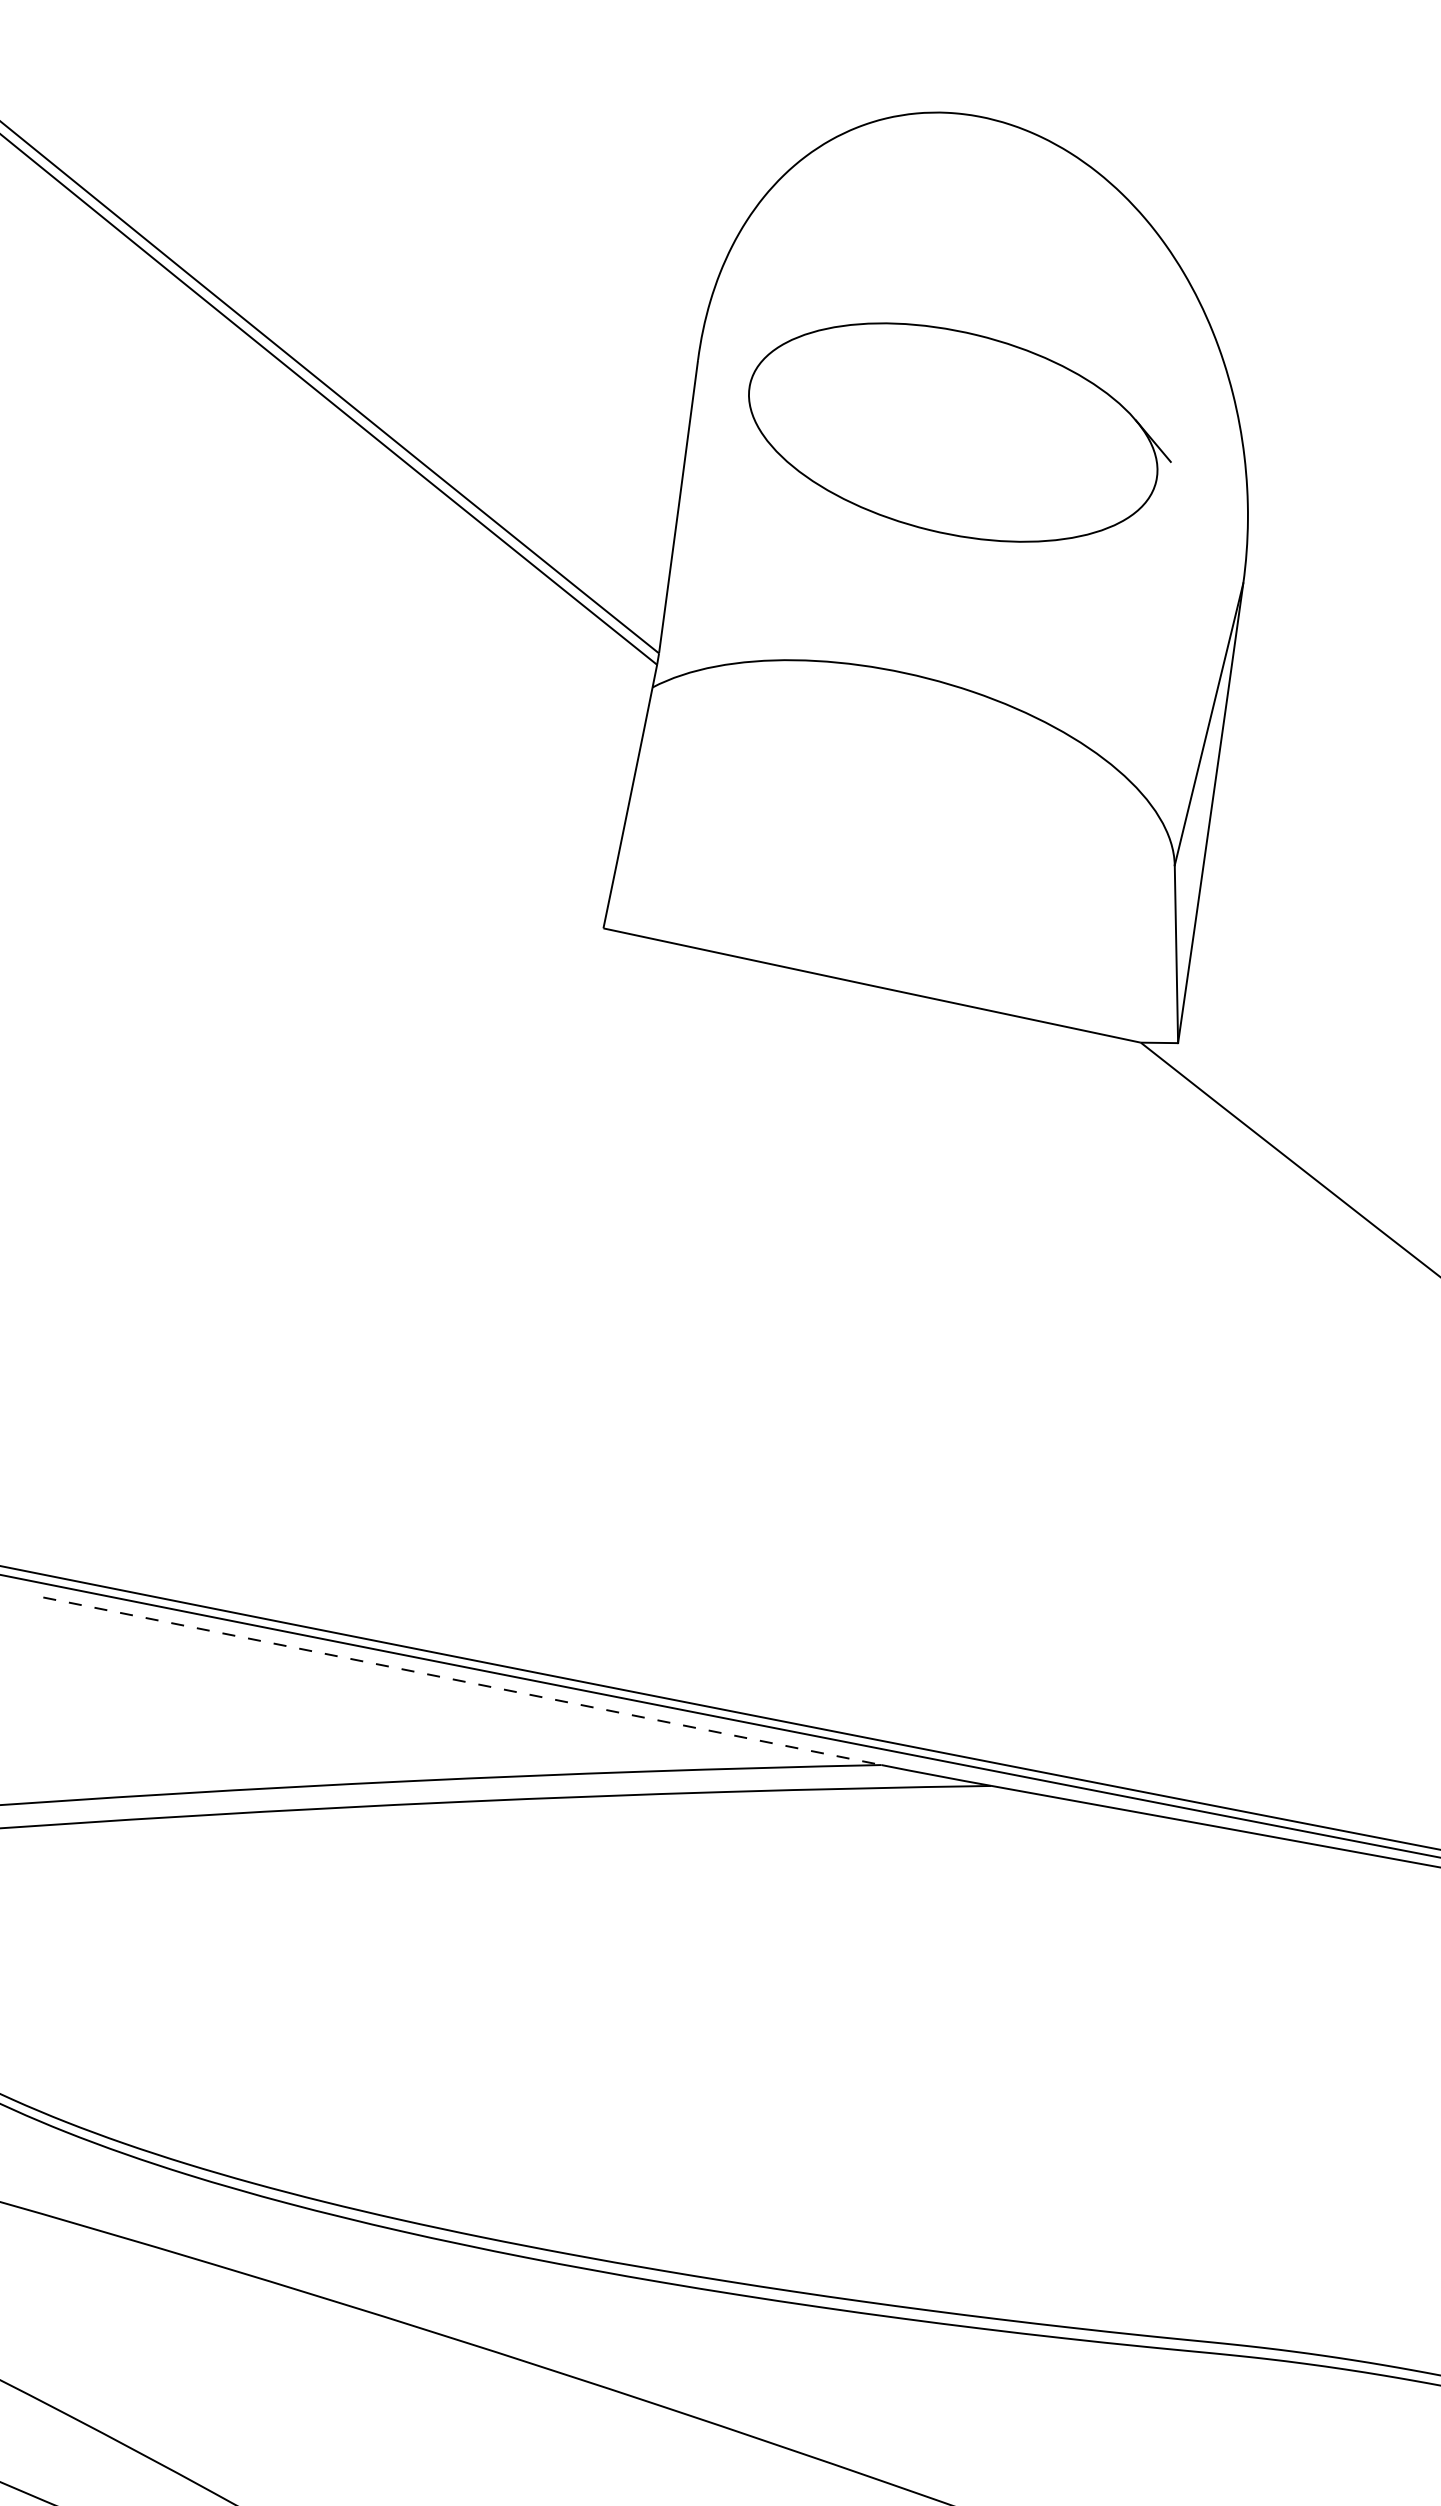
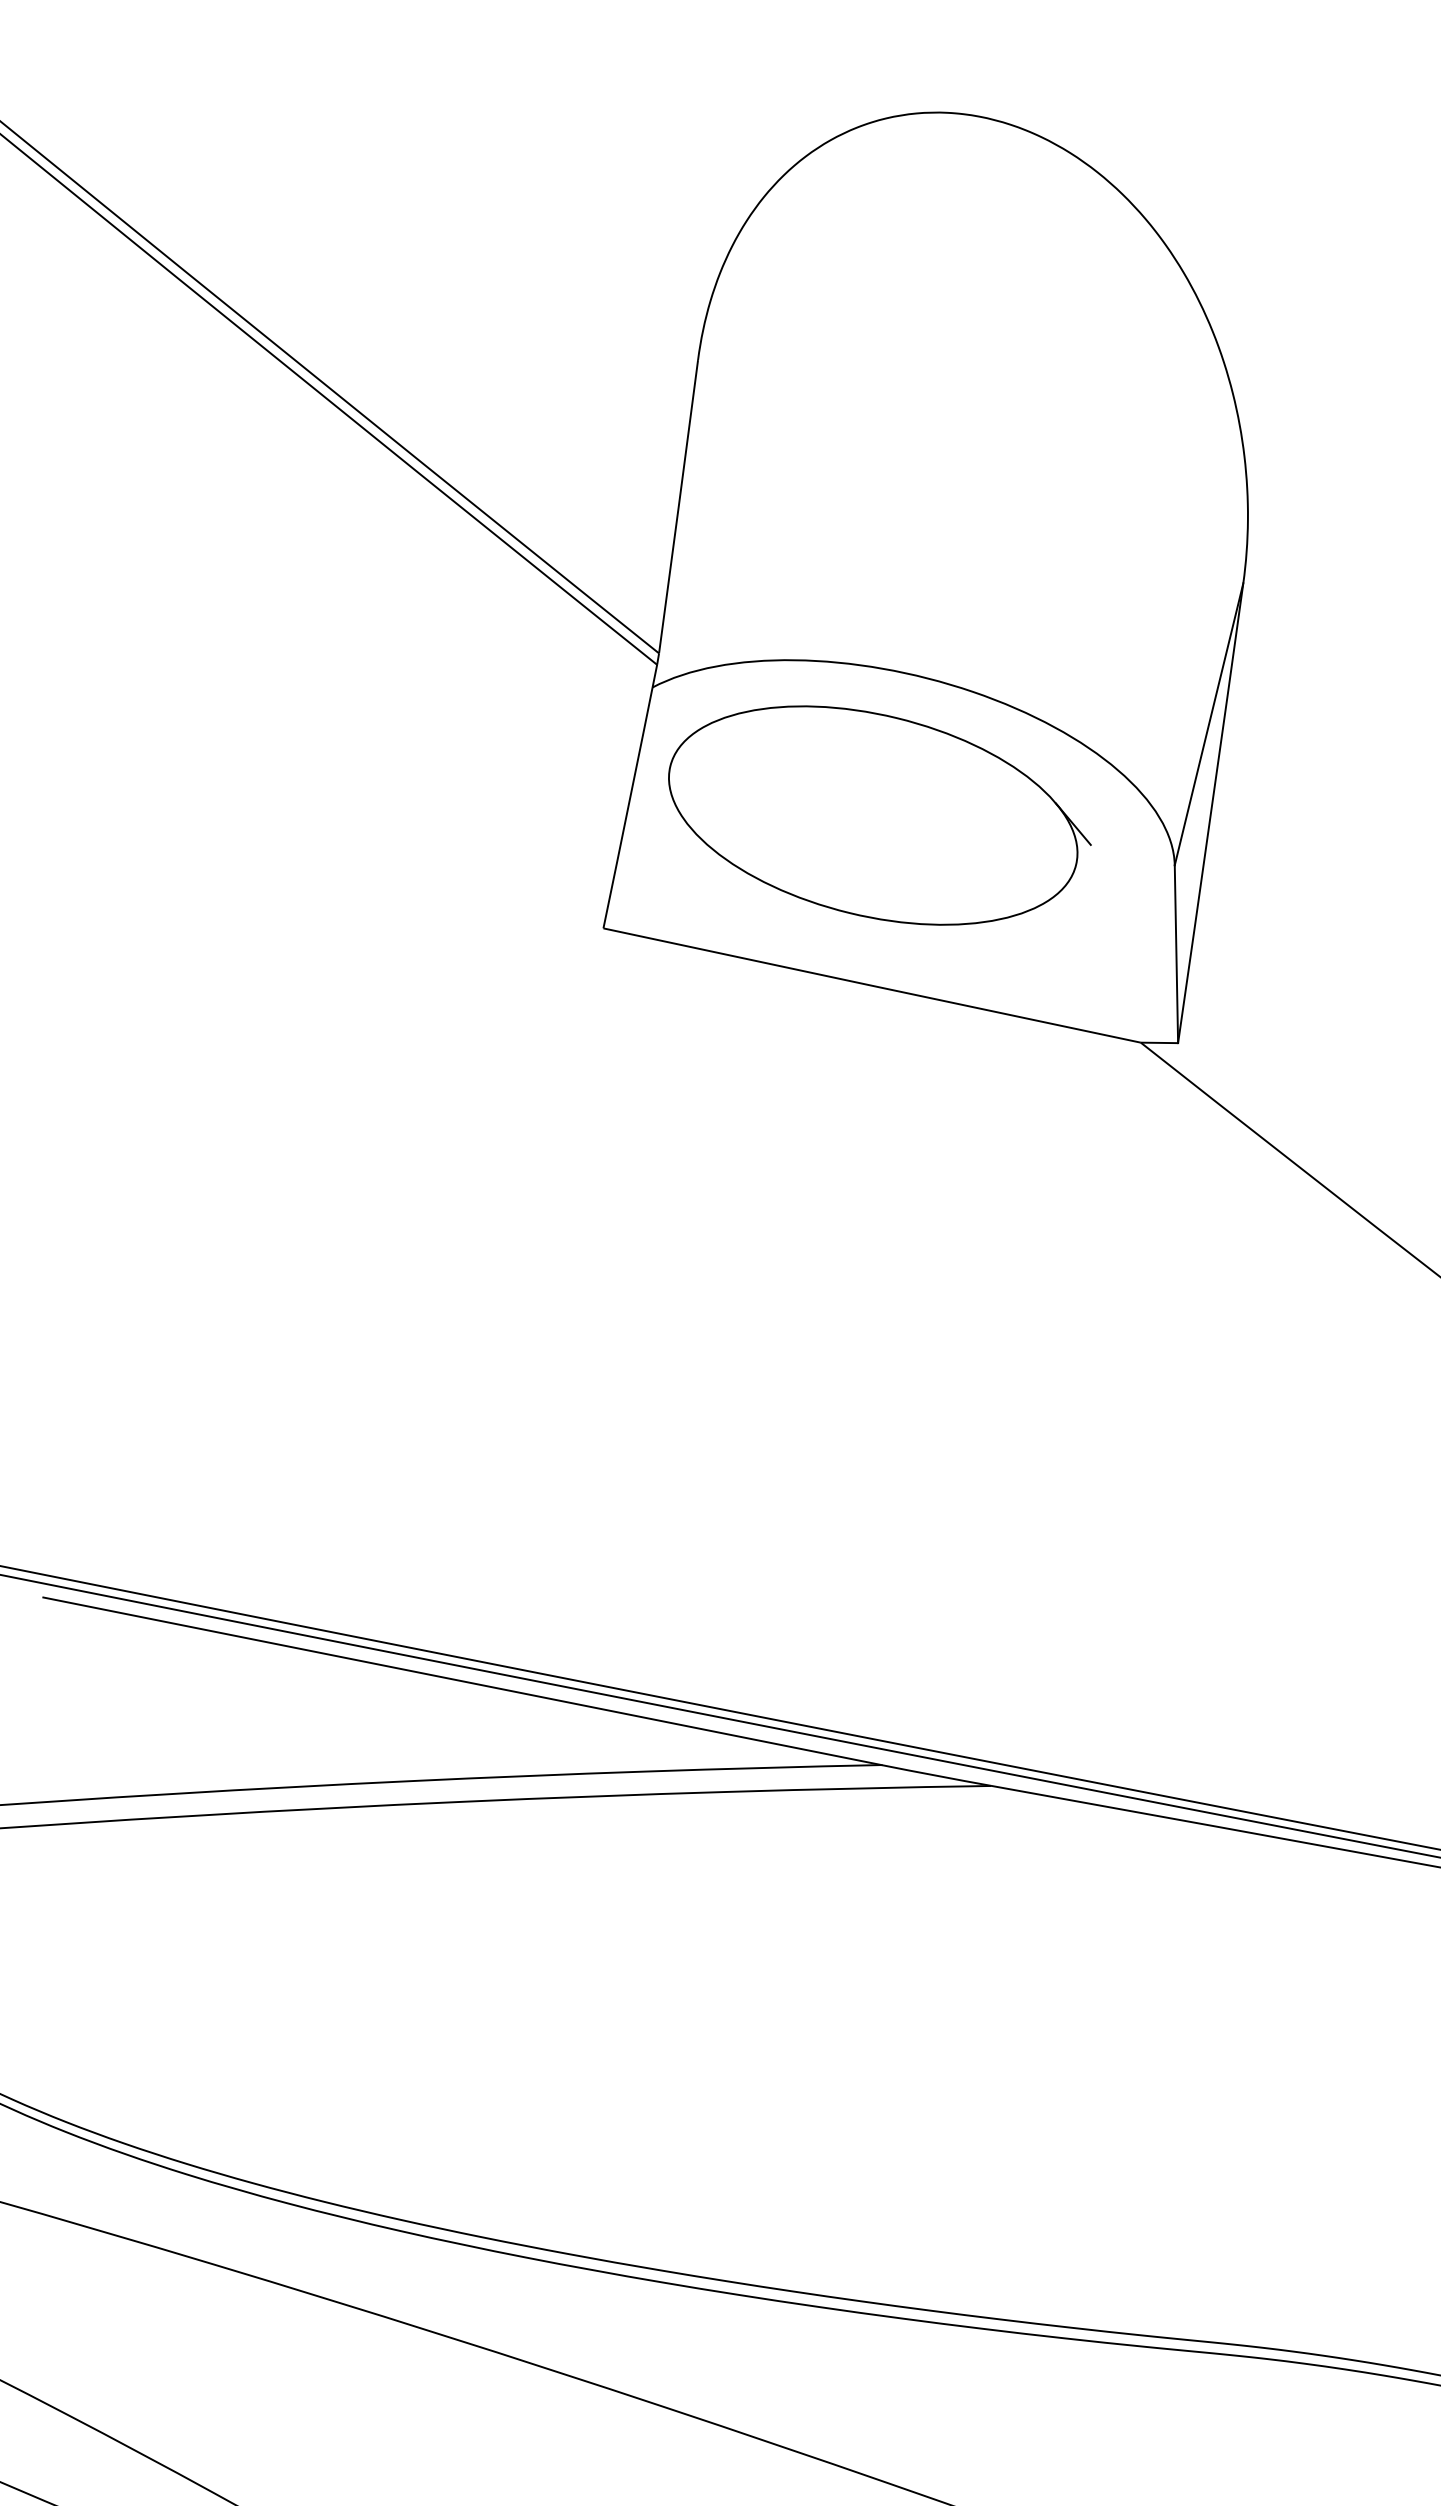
part at (959, 432) position: (959, 432) -> (879, 815)
line at (462, 1681): dashed -> solid
